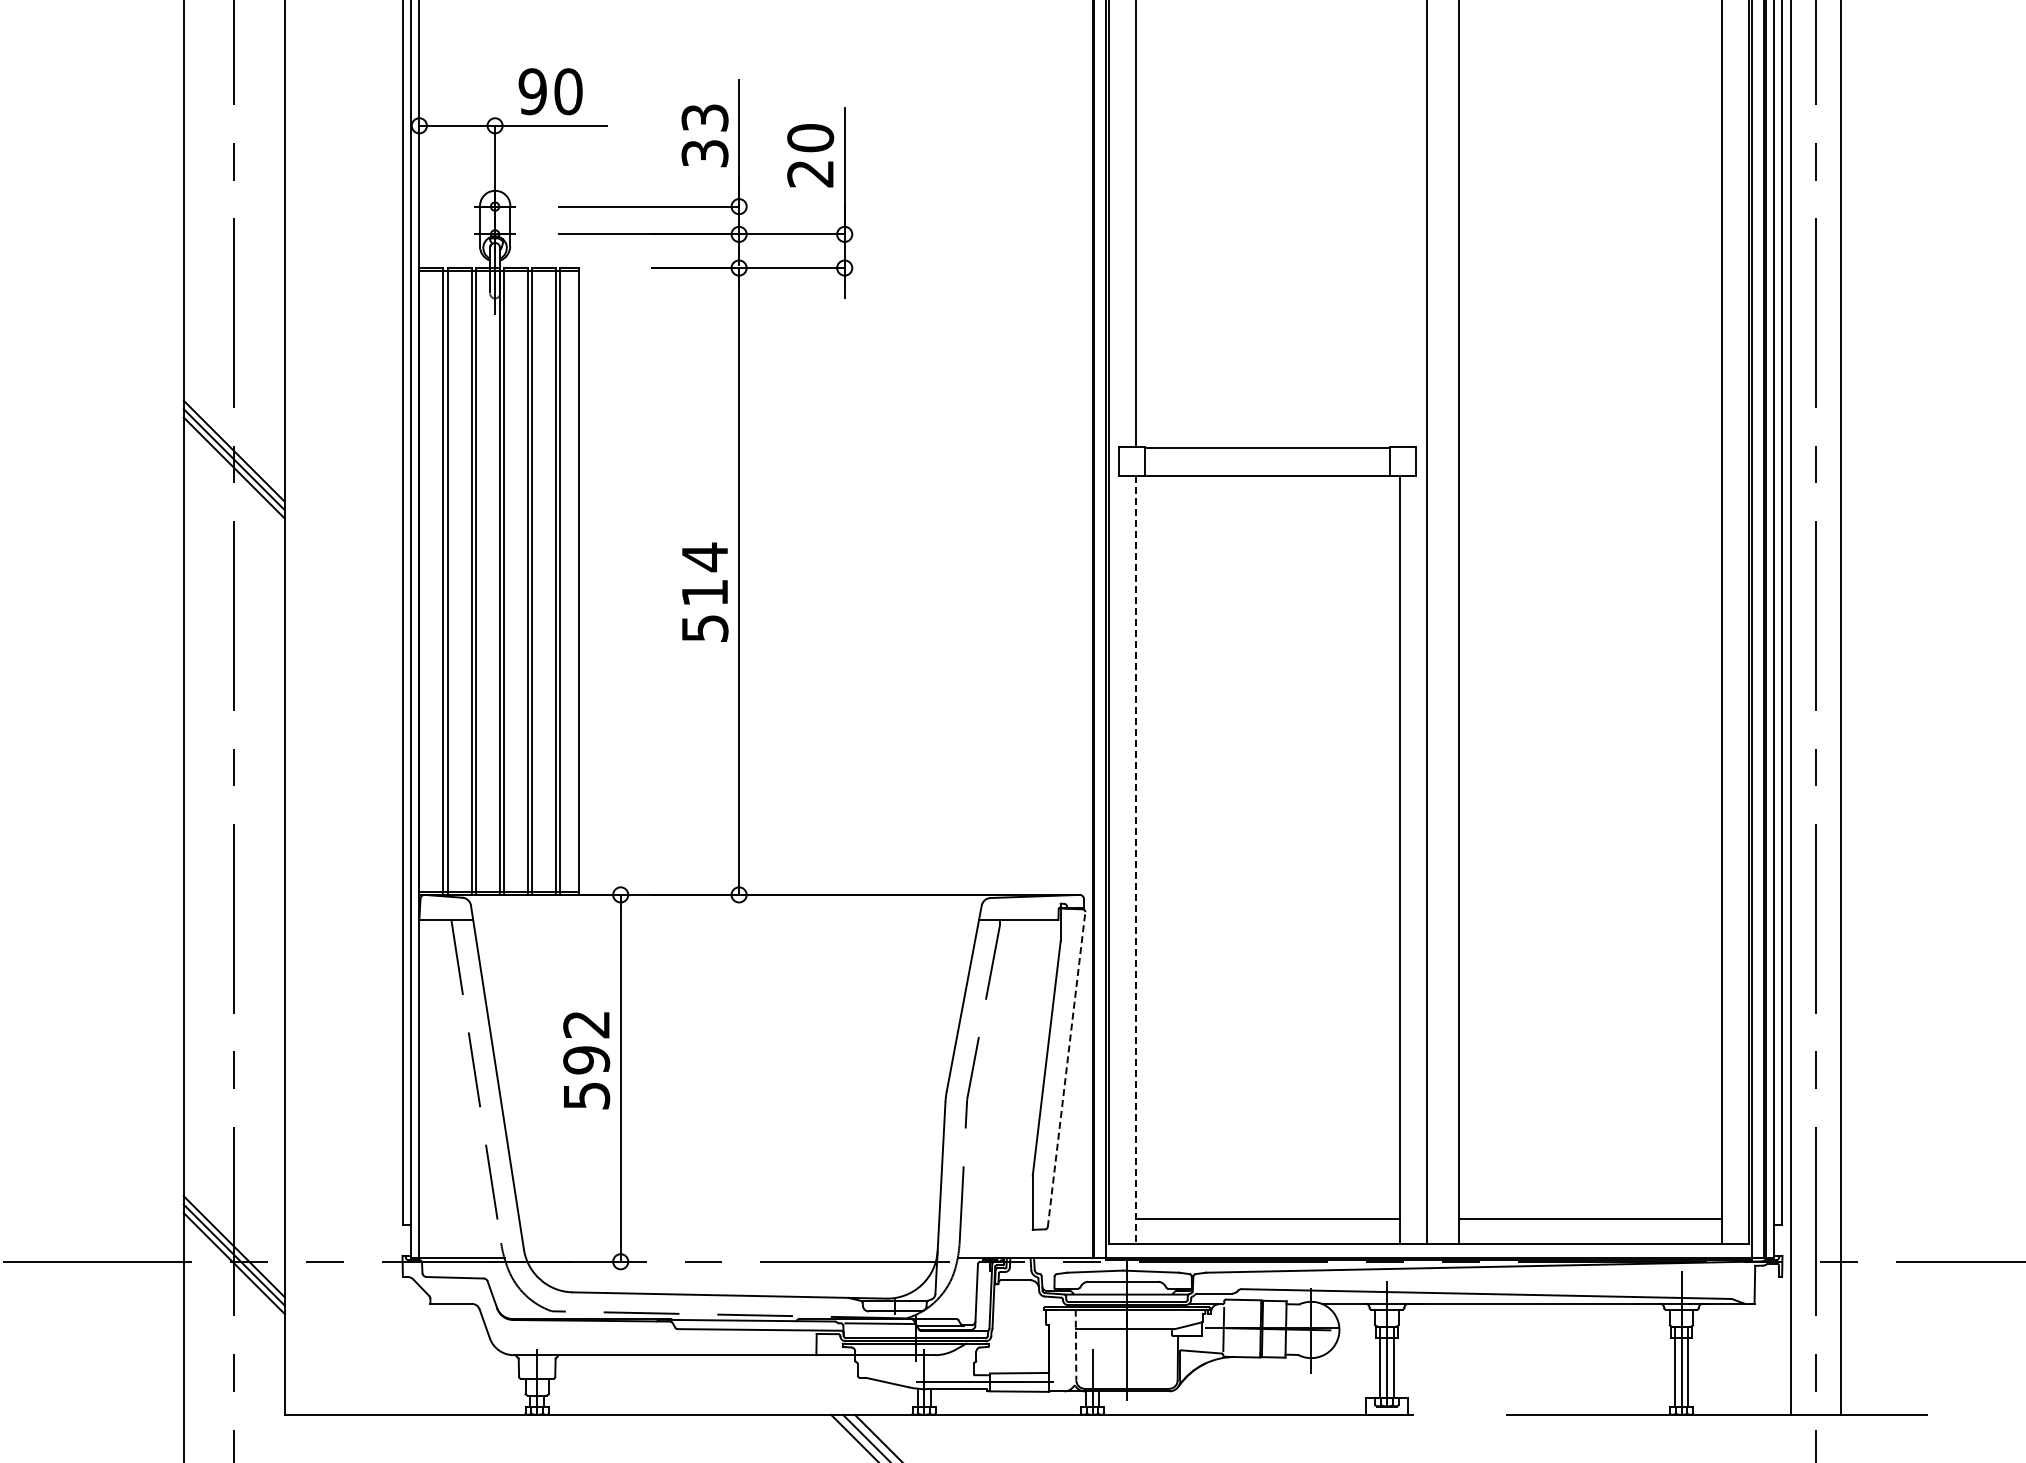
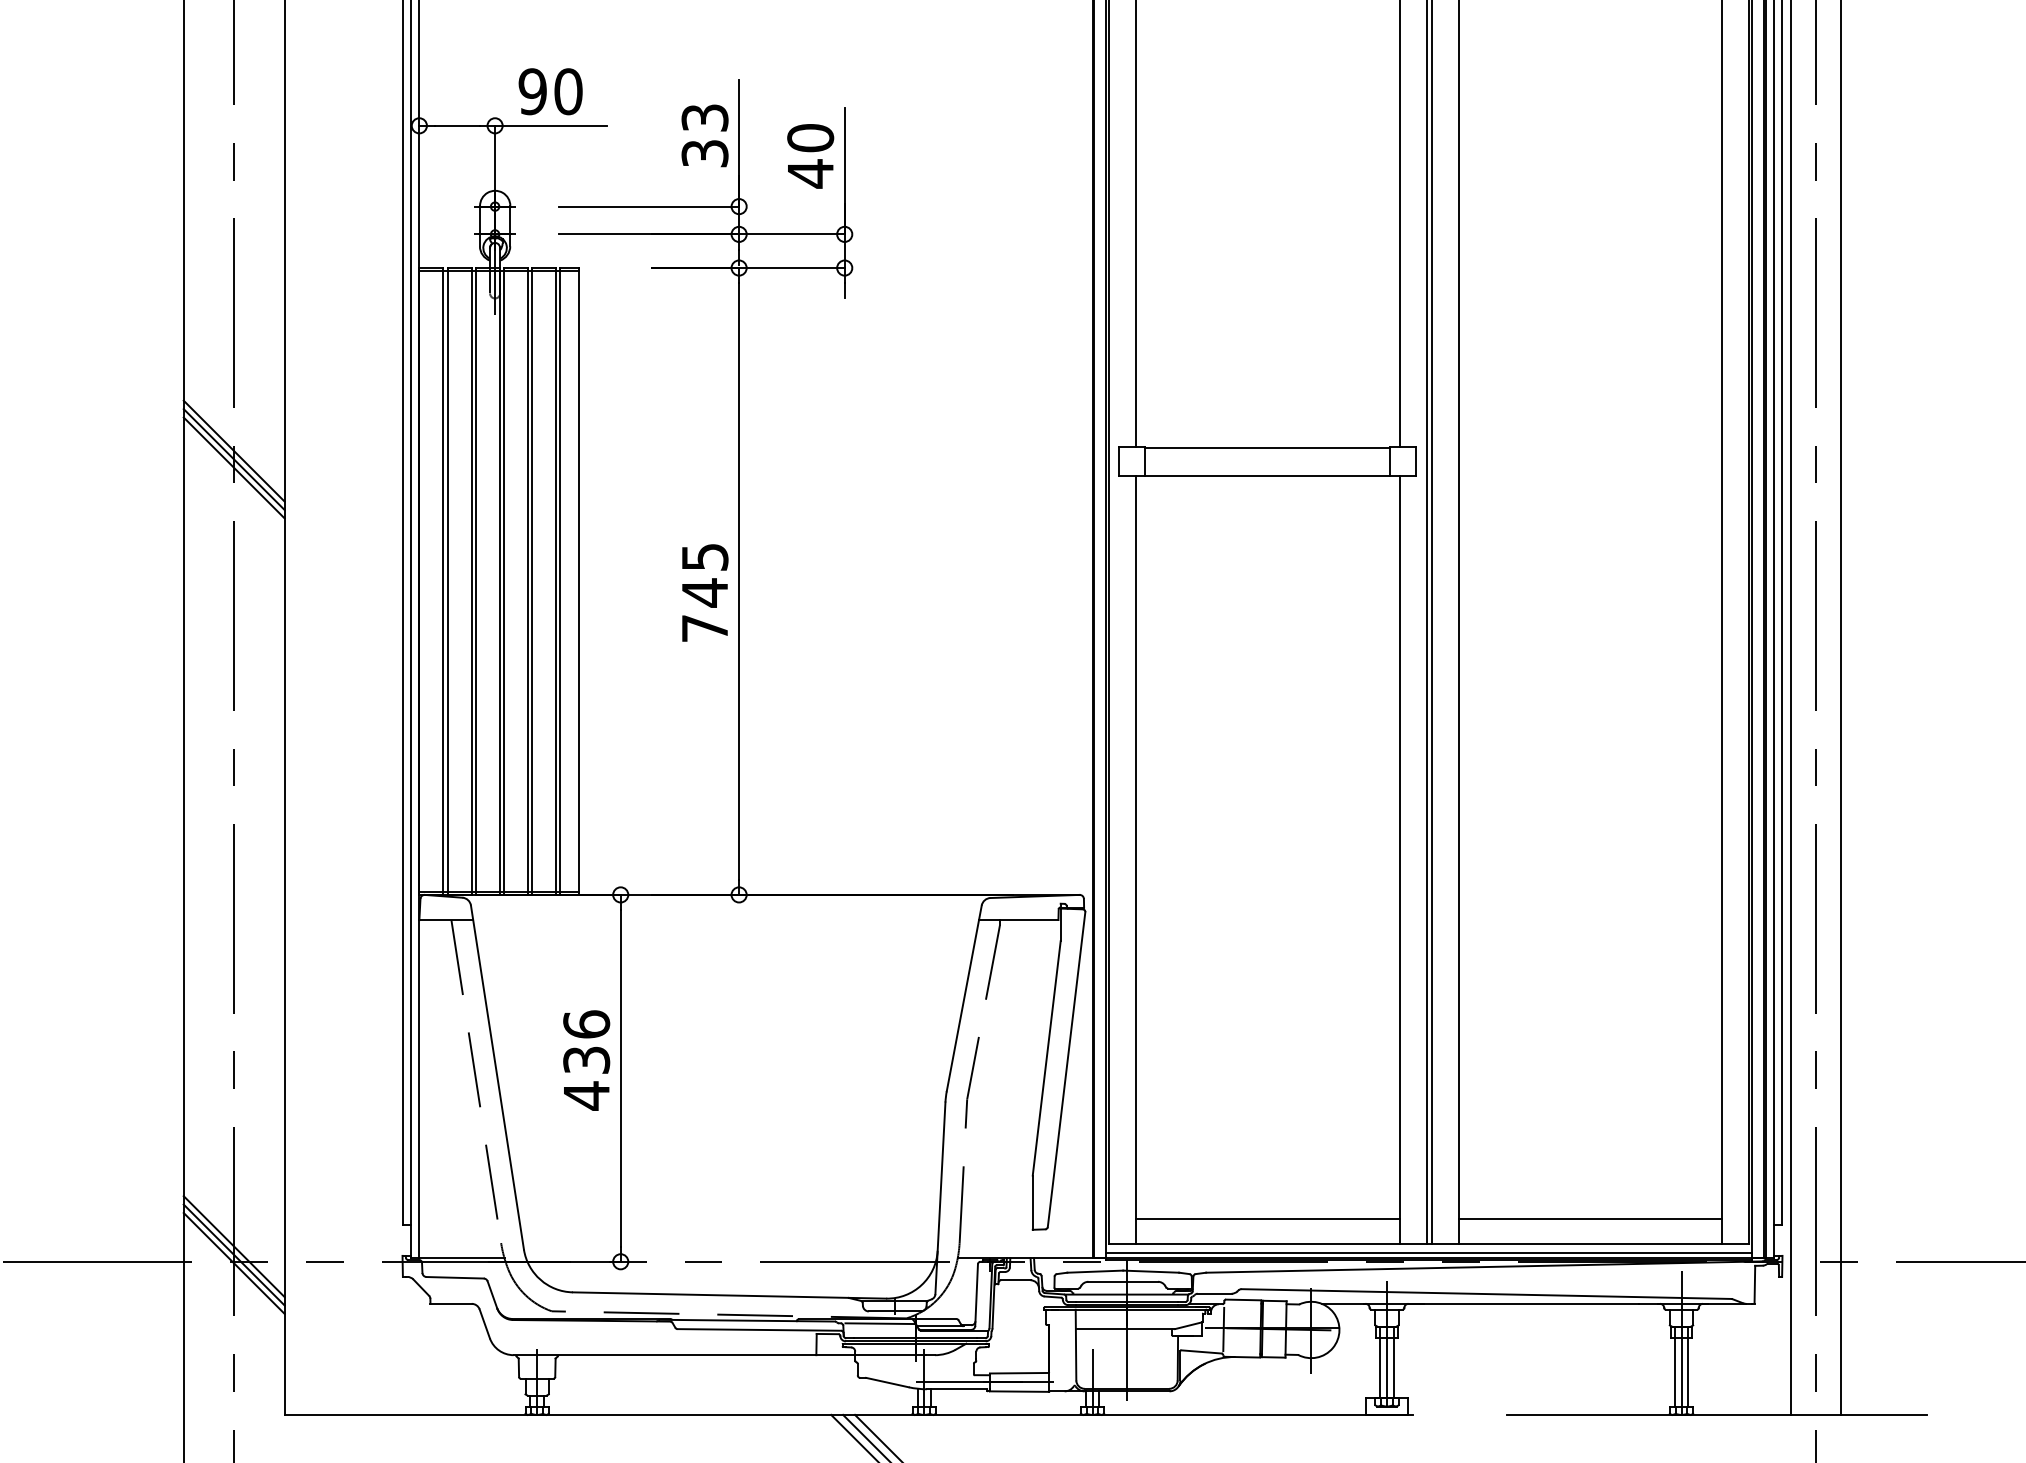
text at (810, 173): 20 -> 40
line at (1399, 224): none -> present
text at (705, 591): 514 -> 745
line at (1431, 623): none -> present
line at (1135, 860): dashed -> solid
text at (586, 1060): 592 -> 436
line at (1066, 1069): dashed -> solid
line at (1428, 1252): none -> present
line at (1076, 1345): dashed -> solid
